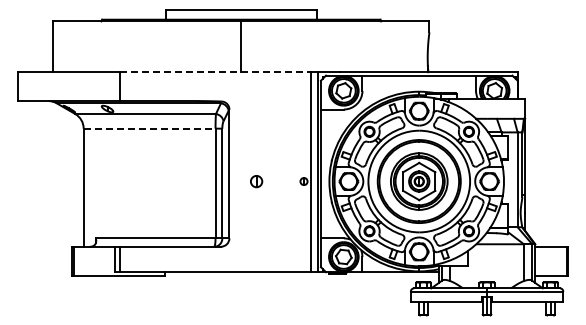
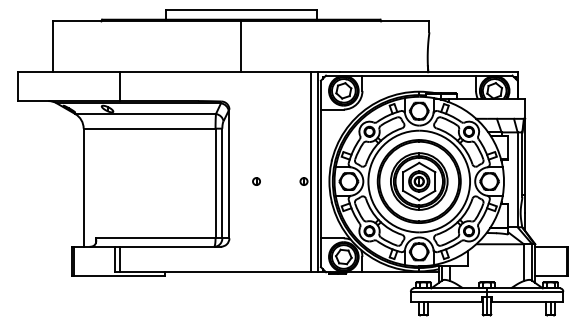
line at (216, 72): dashed -> solid
line at (149, 128): dashed -> solid
part at (256, 181) size: 14x14 px -> 9x9 px
